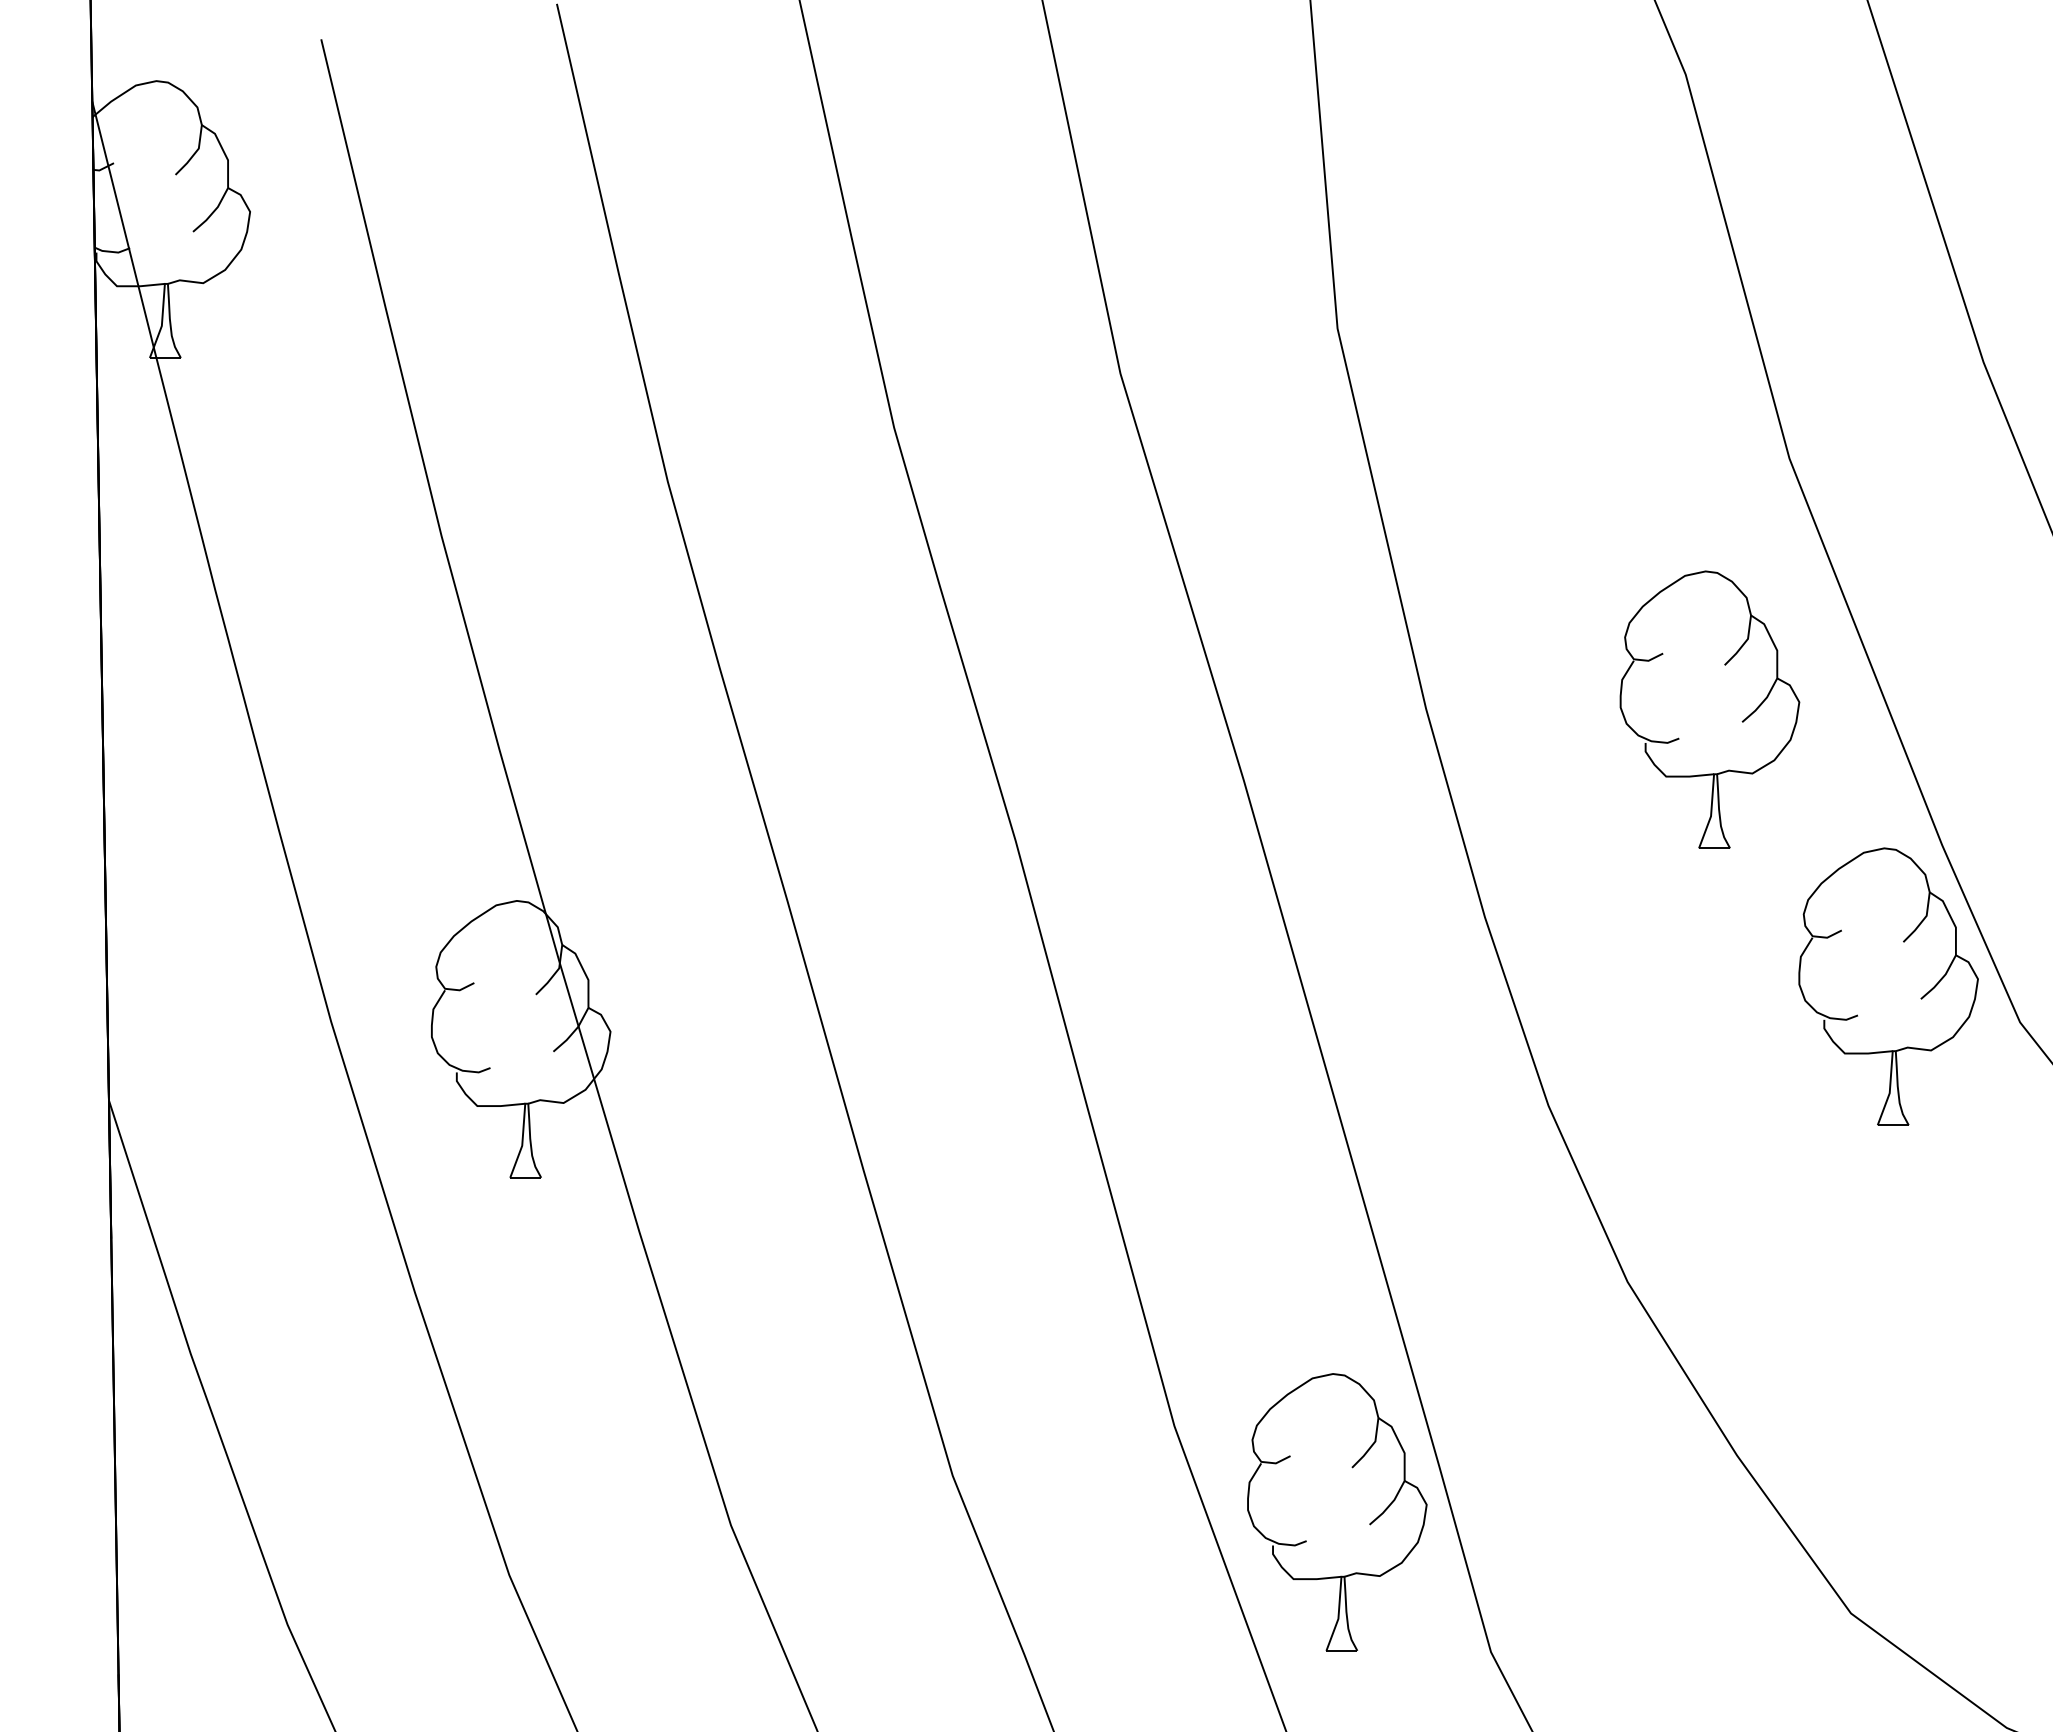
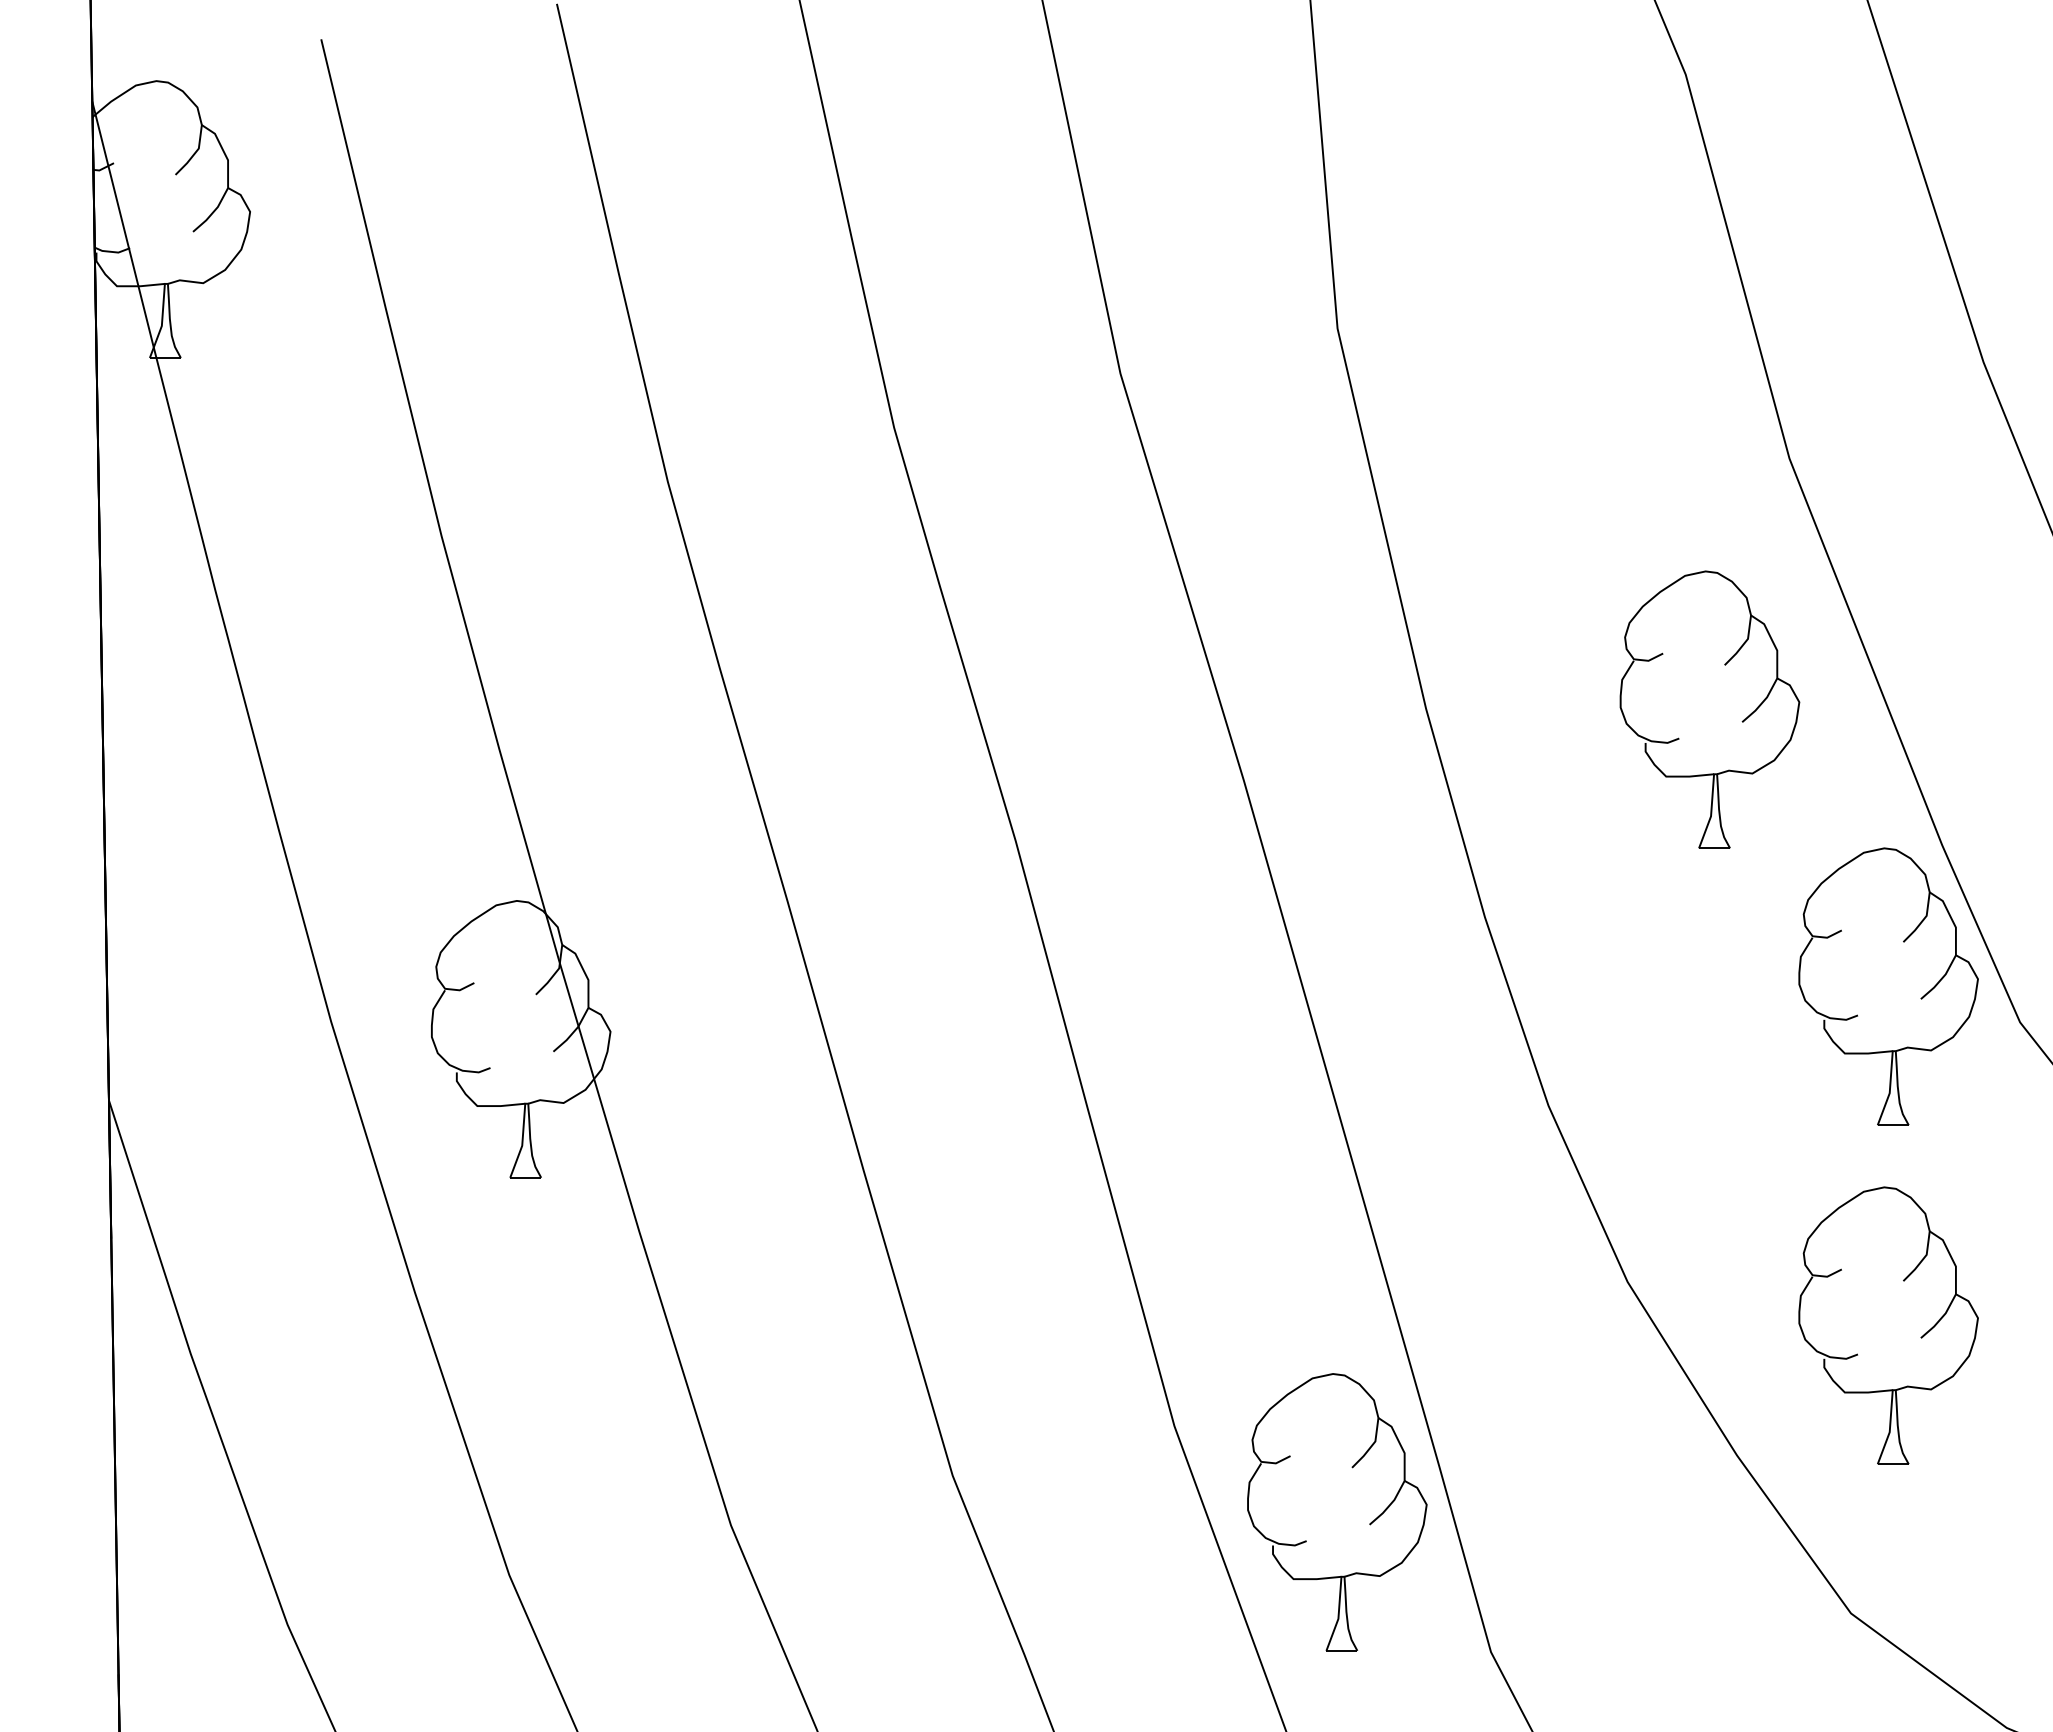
part at (1920, 1337): none -> present
